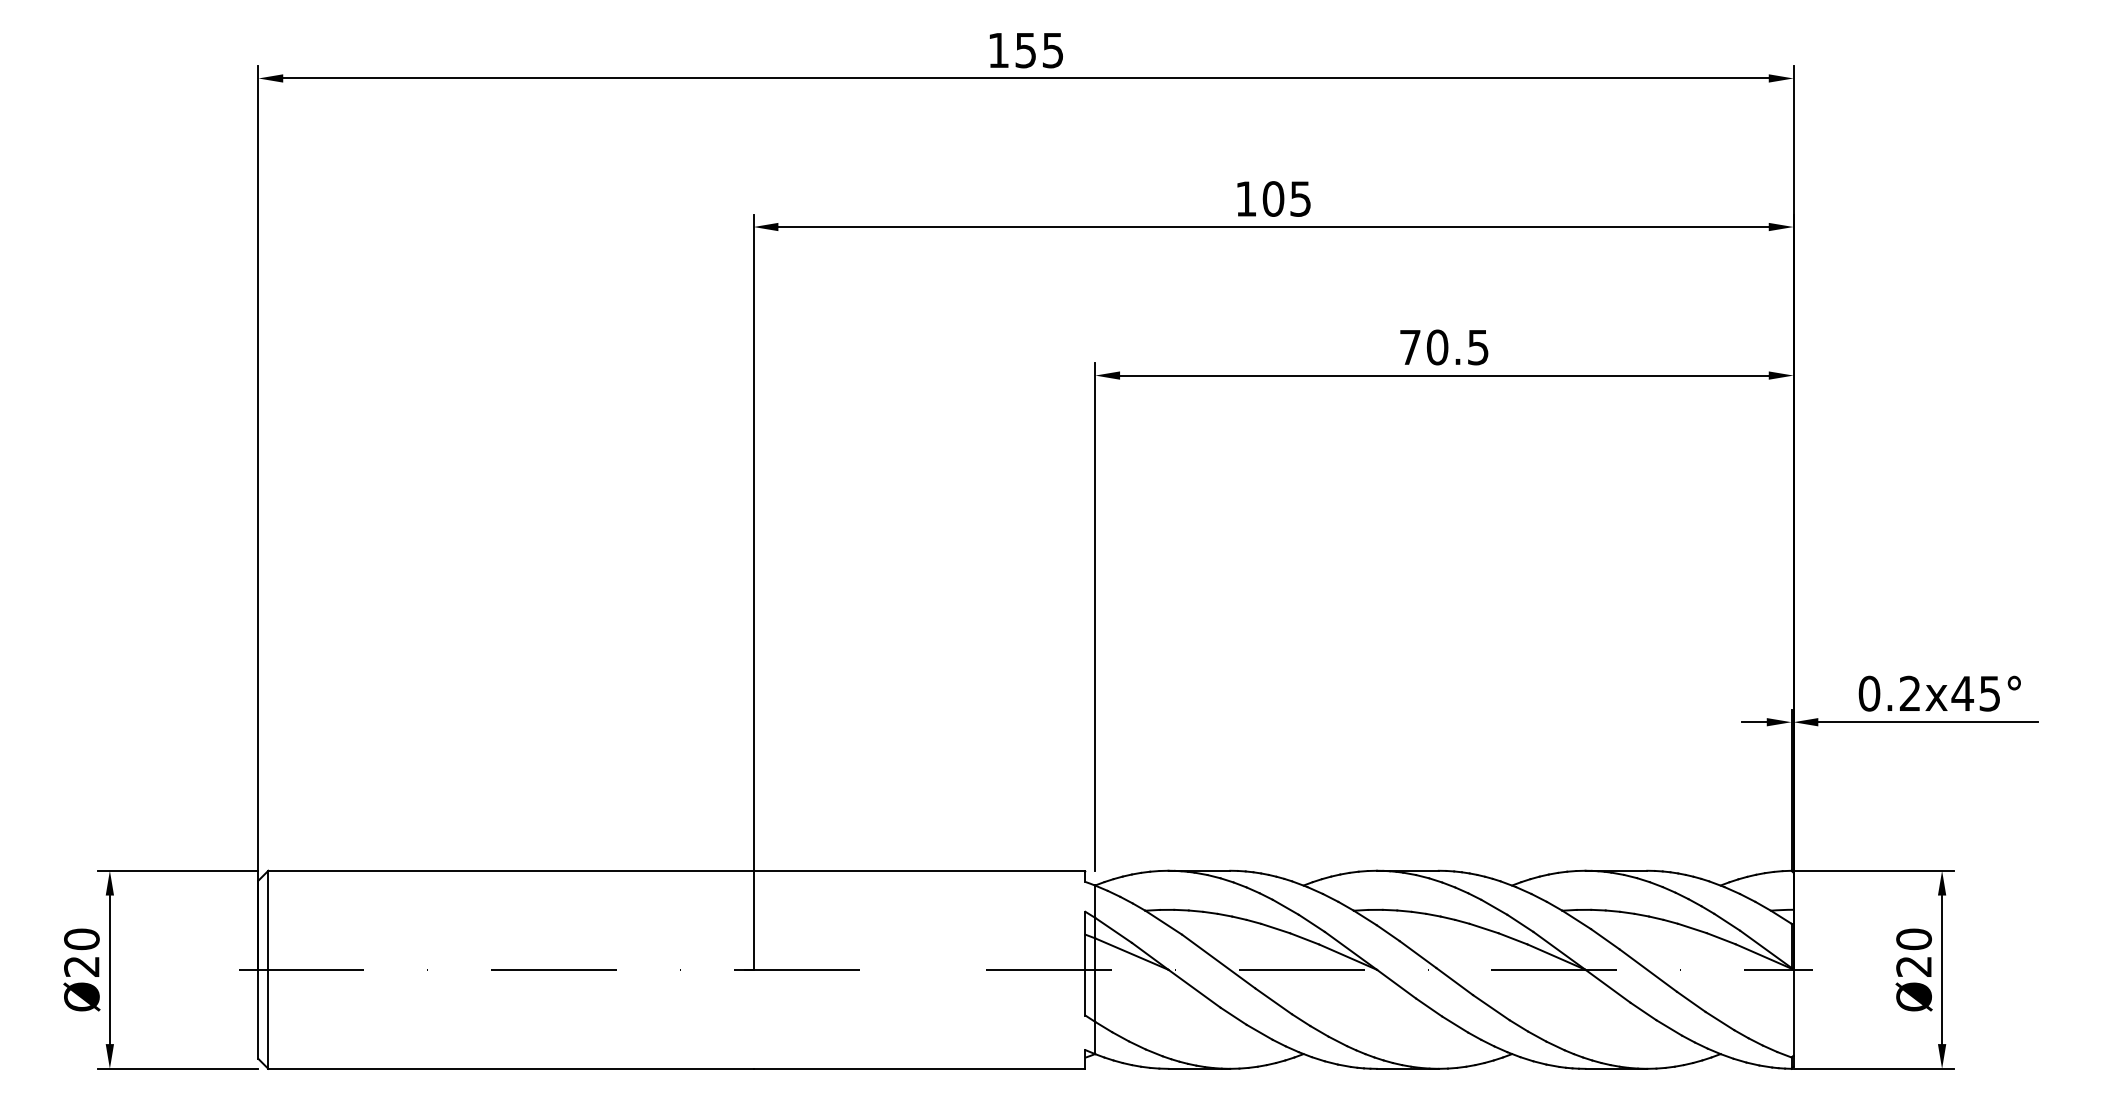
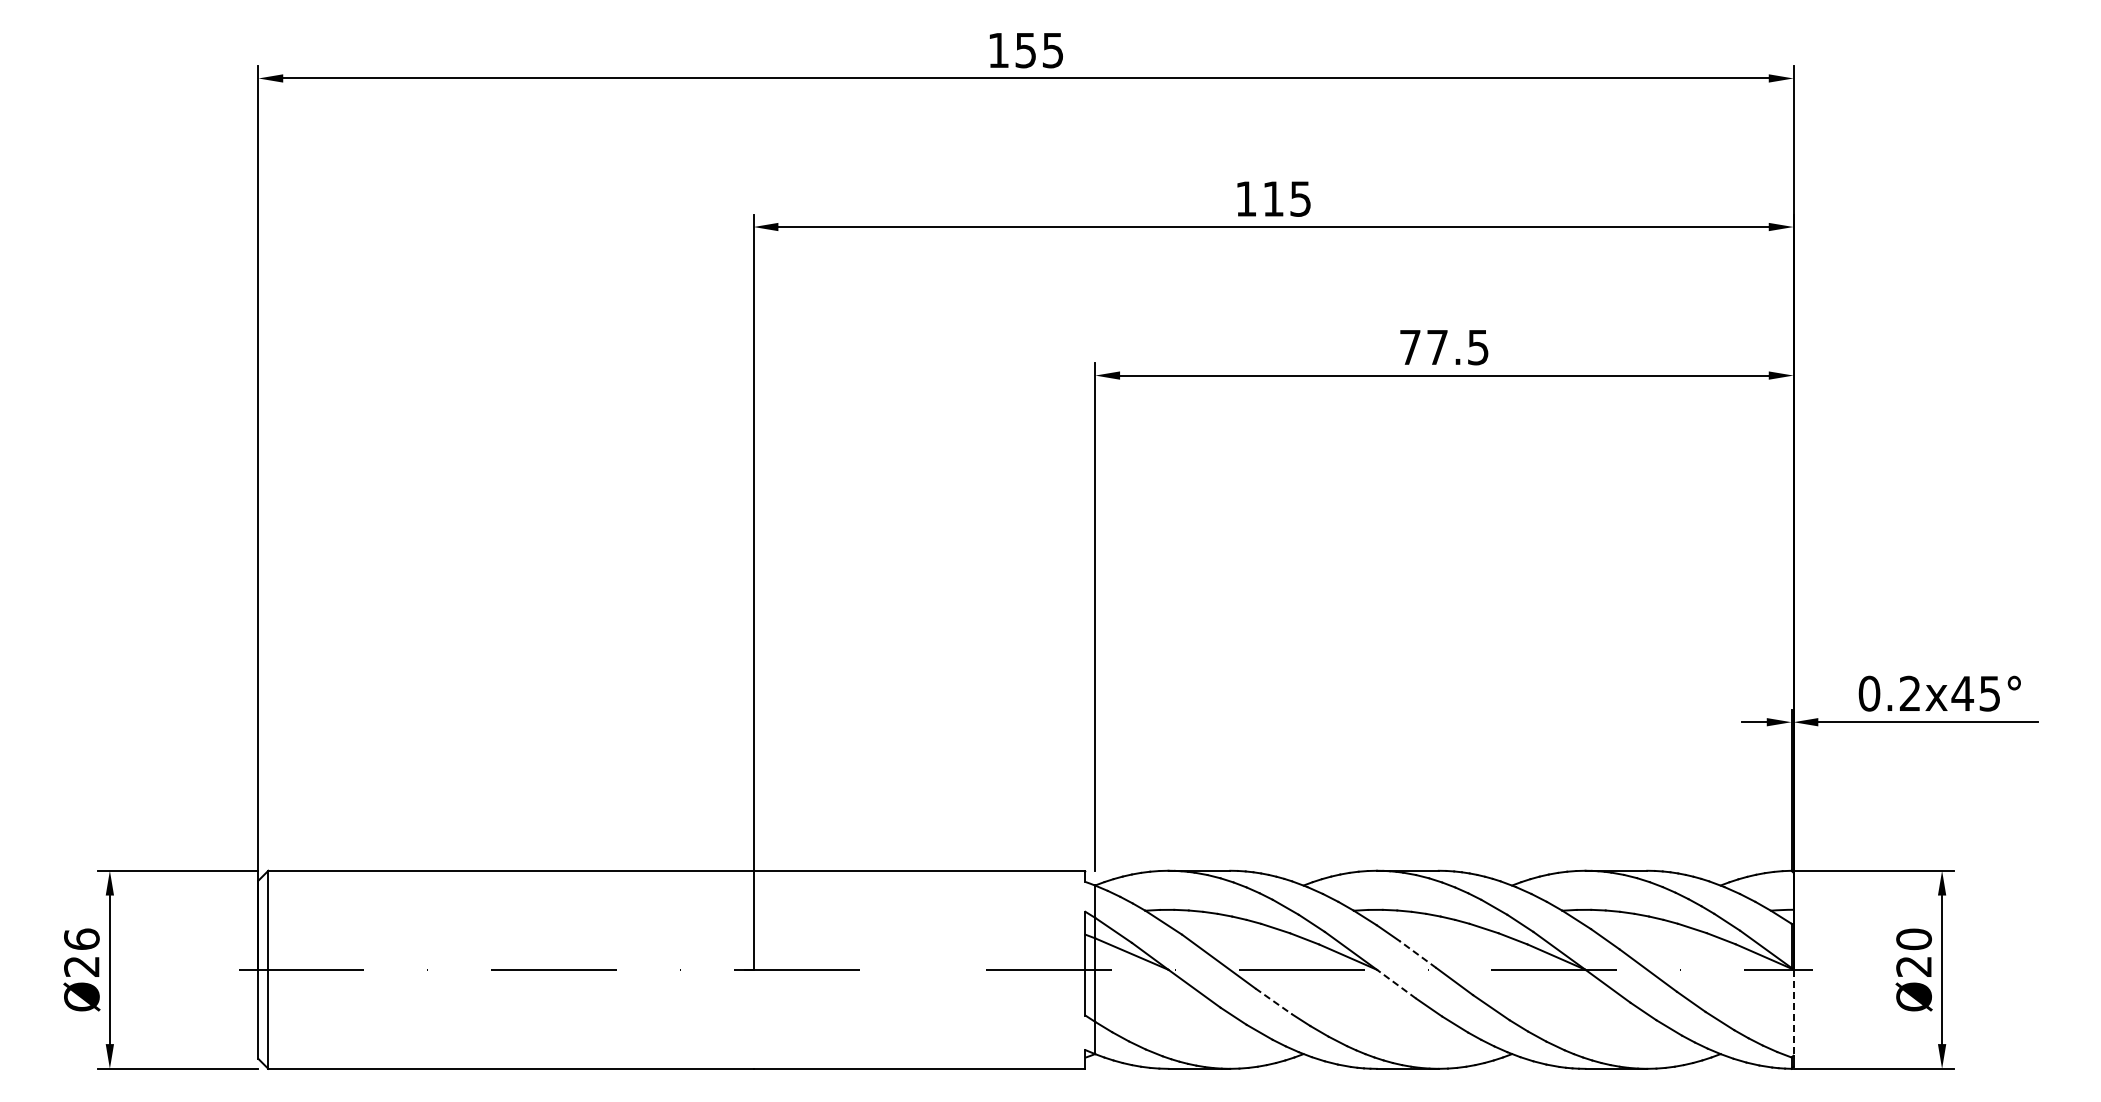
text at (1273, 198): 105 -> 115
text at (1437, 347): 70.5 -> 77.5
text at (81, 939): Ø20 -> Ø26
line at (1418, 954): solid -> dashed
line at (1396, 983): solid -> dashed
line at (1274, 1001): solid -> dashed
line at (1793, 1013): solid -> dashed
